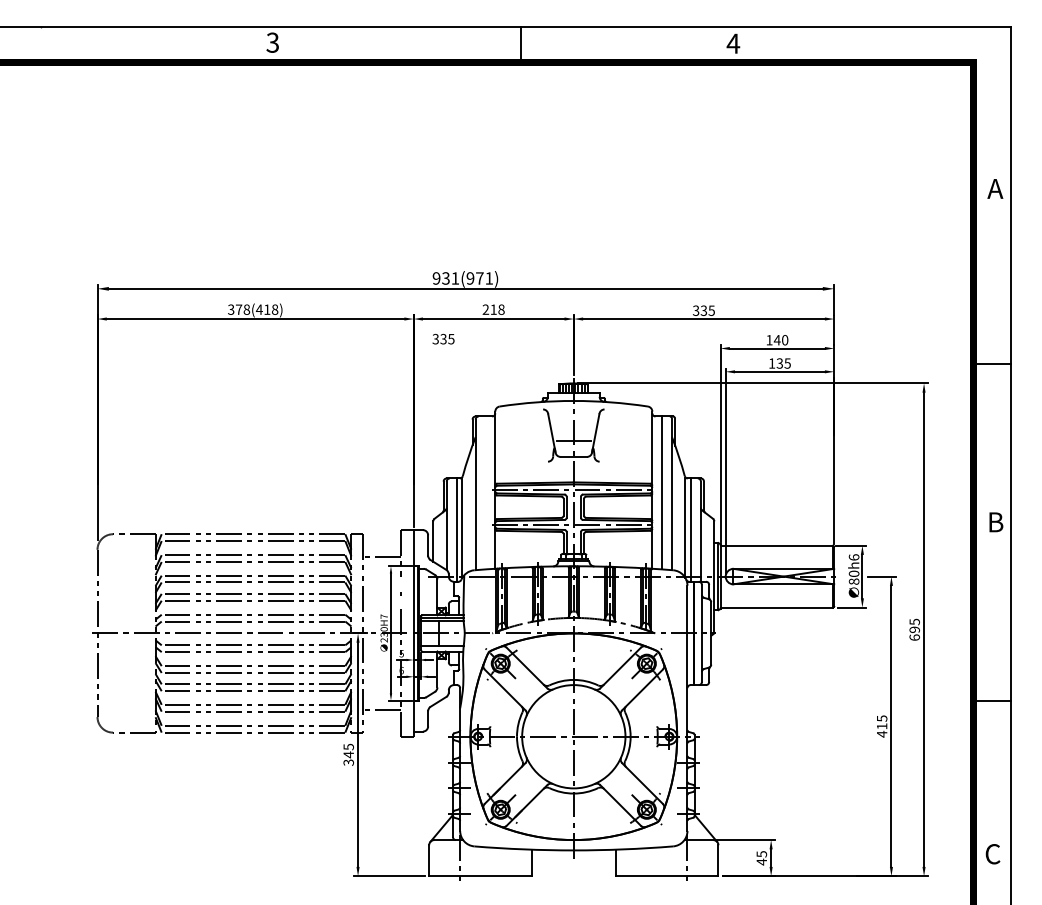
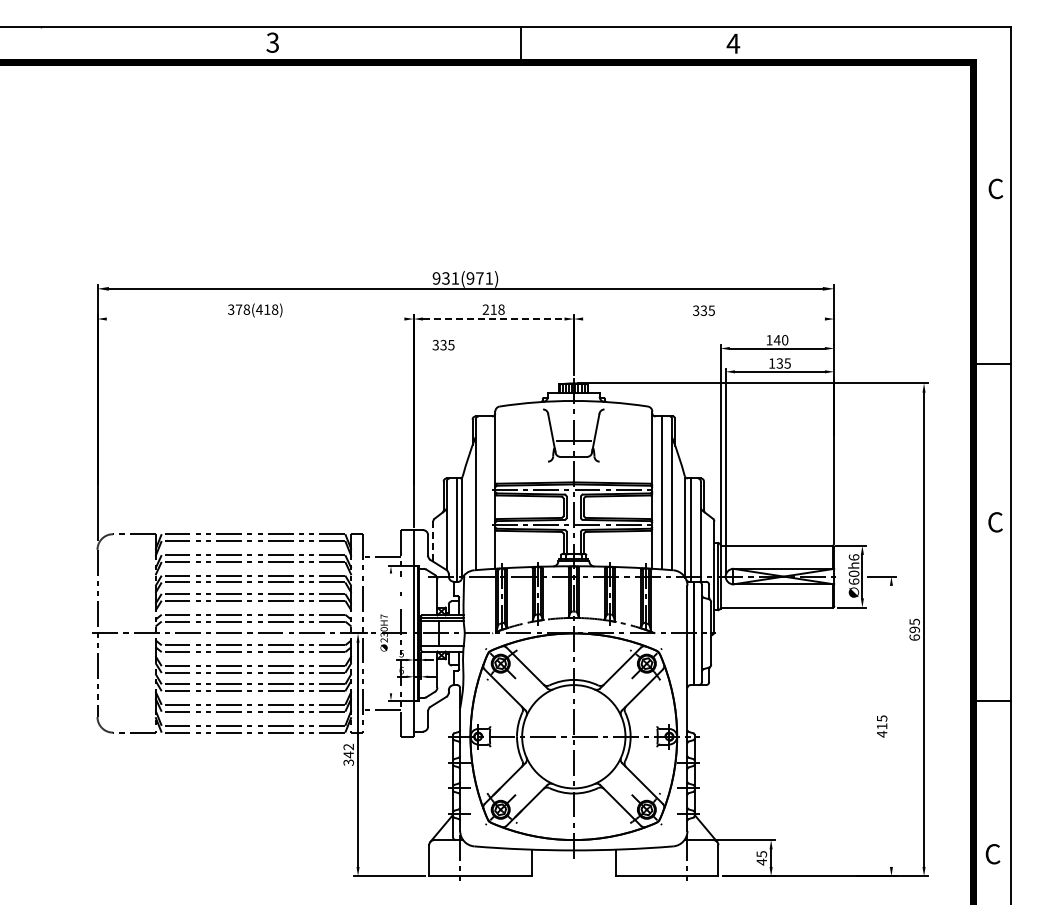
text at (995, 188): A -> C
line at (255, 319): present -> none
line at (493, 319): solid -> dashed
line at (703, 319): present -> none
text at (443, 338) position: (443, 338) -> (443, 344)
text at (995, 522): B -> C
line at (433, 542): solid -> dashed
text at (853, 581): 80h6 -> 60h6
line at (390, 633): present -> none
line at (891, 725): present -> none
text at (348, 746): 345 -> 342
